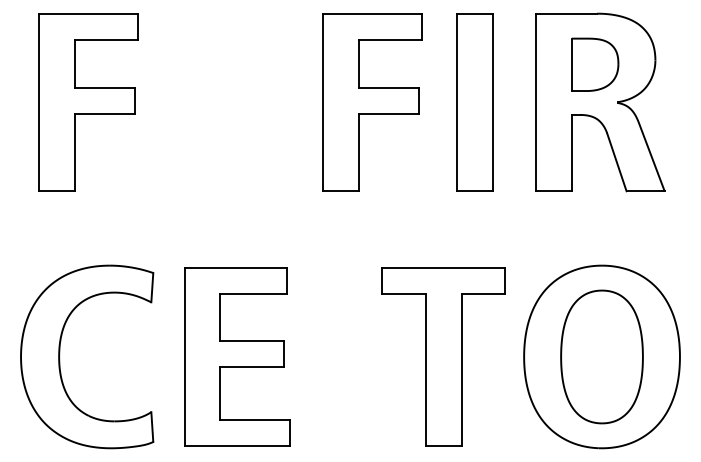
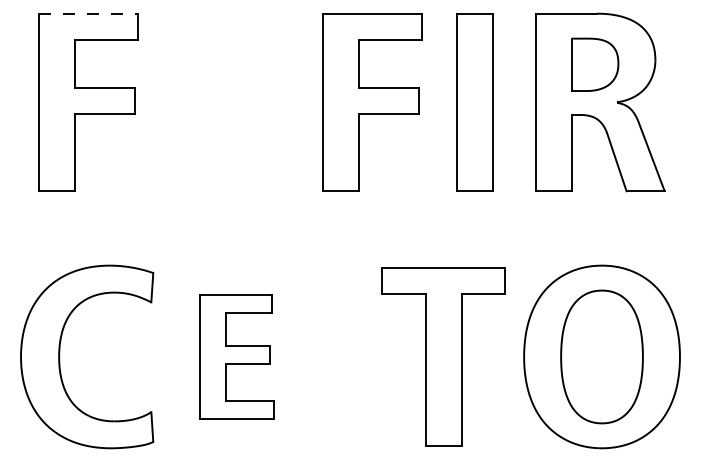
line at (88, 13): solid -> dashed
part at (237, 356) size: 107x180 px -> 76x126 px
